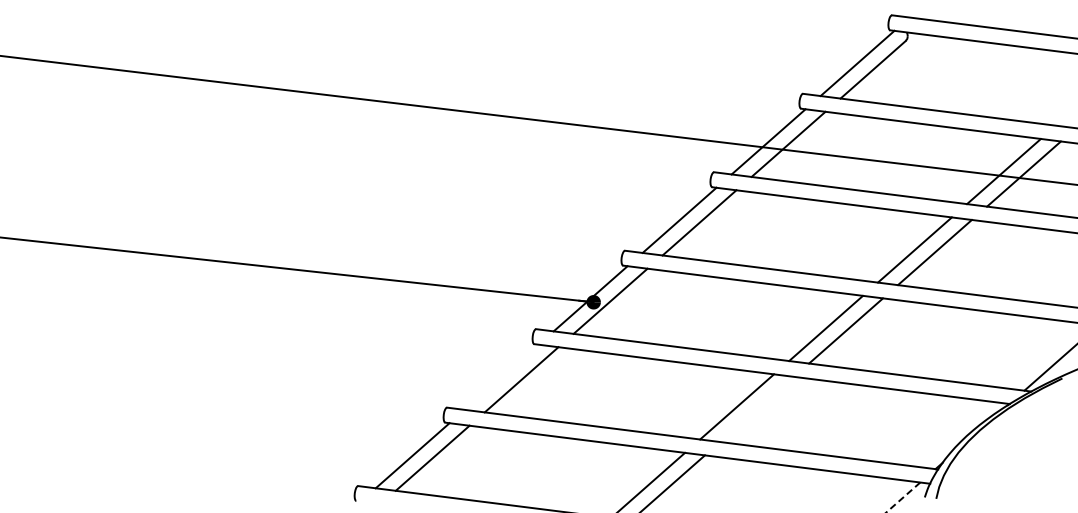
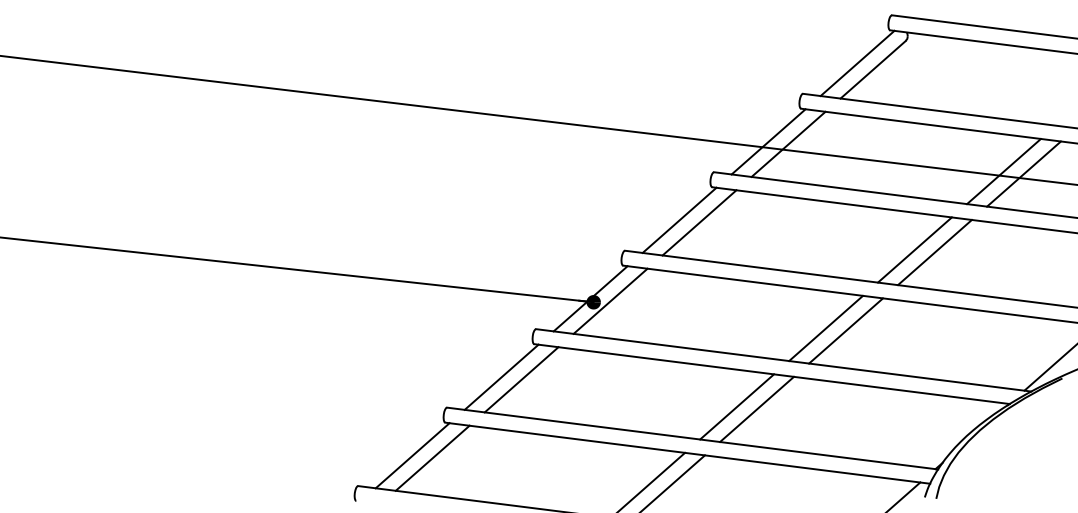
line at (501, 376): none -> present
line at (756, 408): none -> present
line at (903, 497): dashed -> solid
